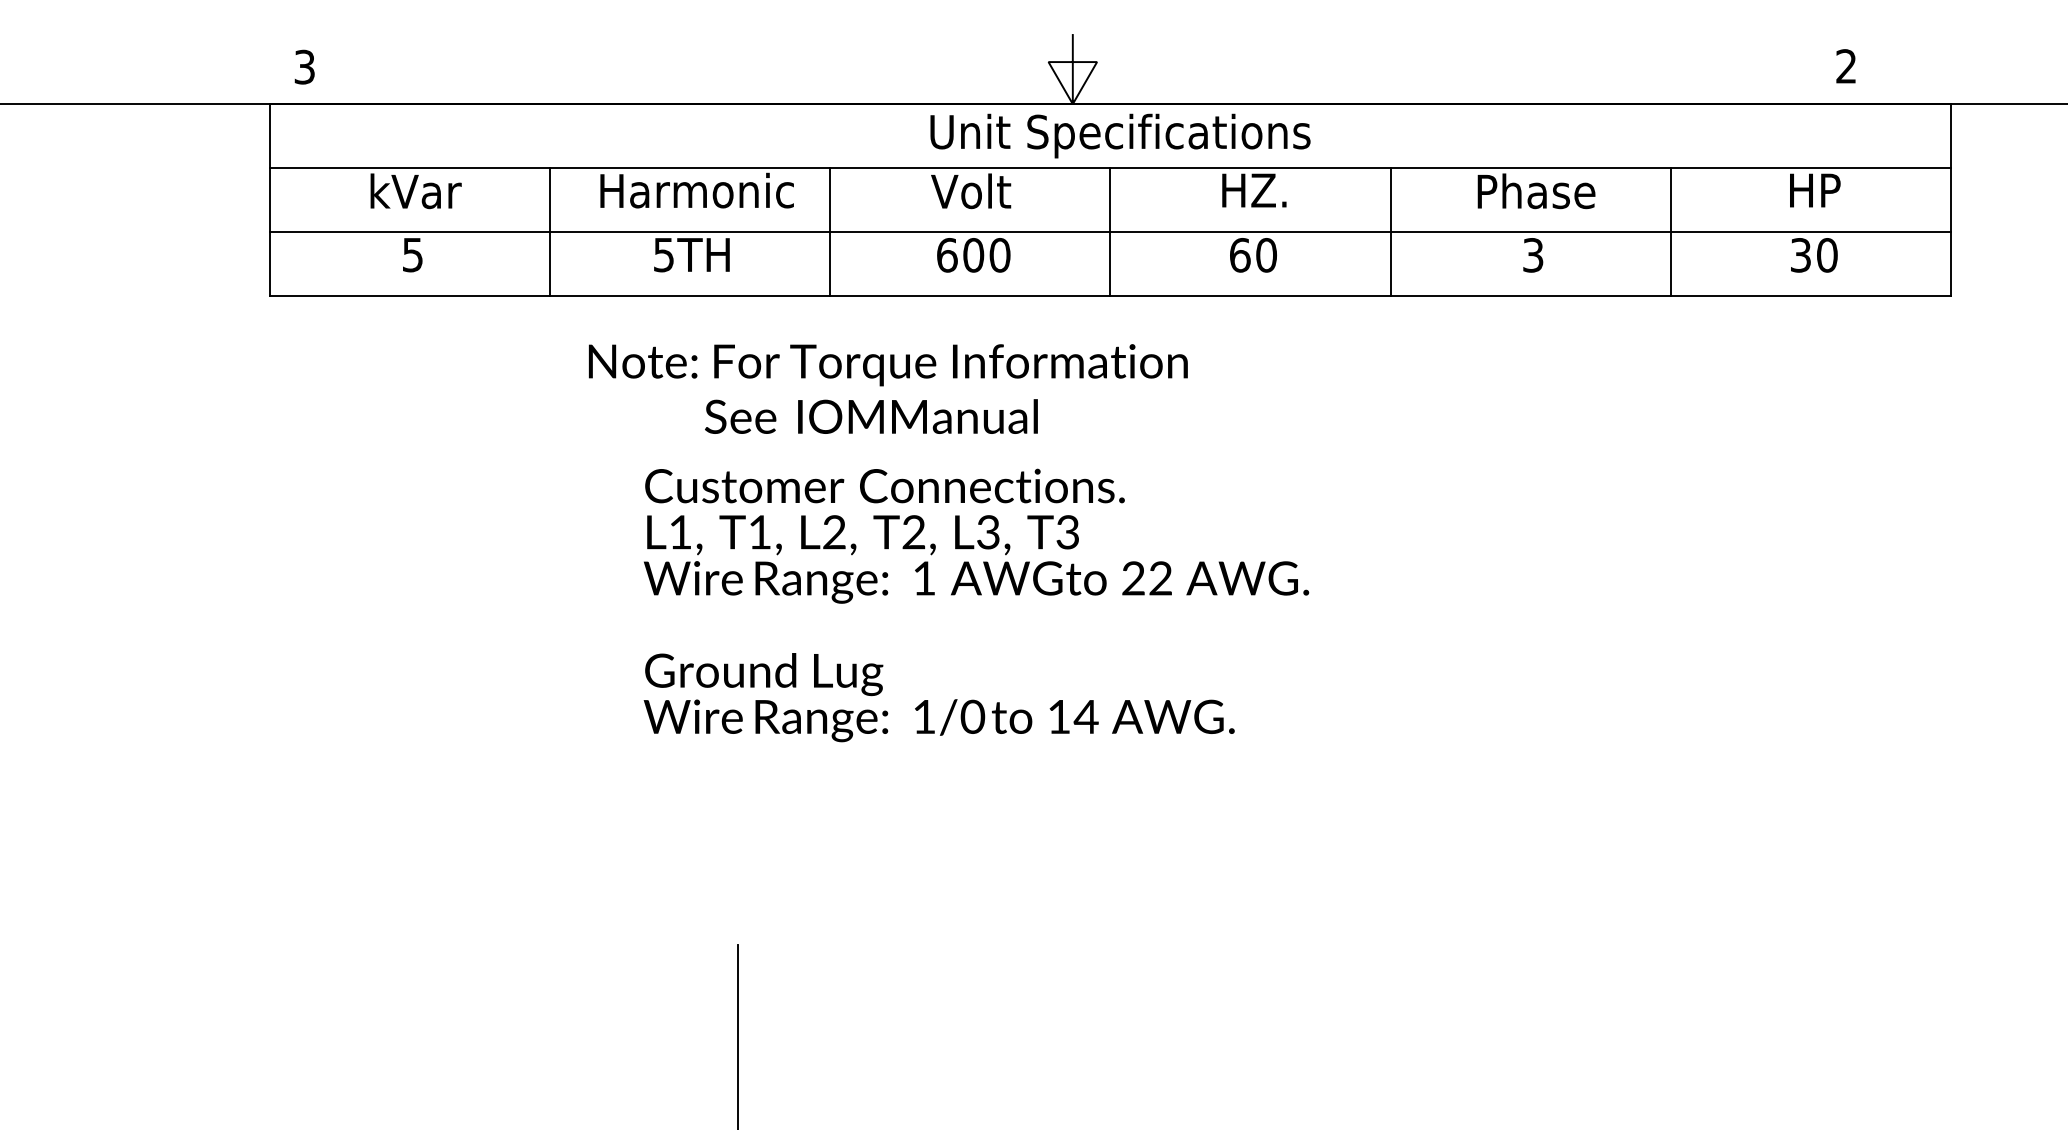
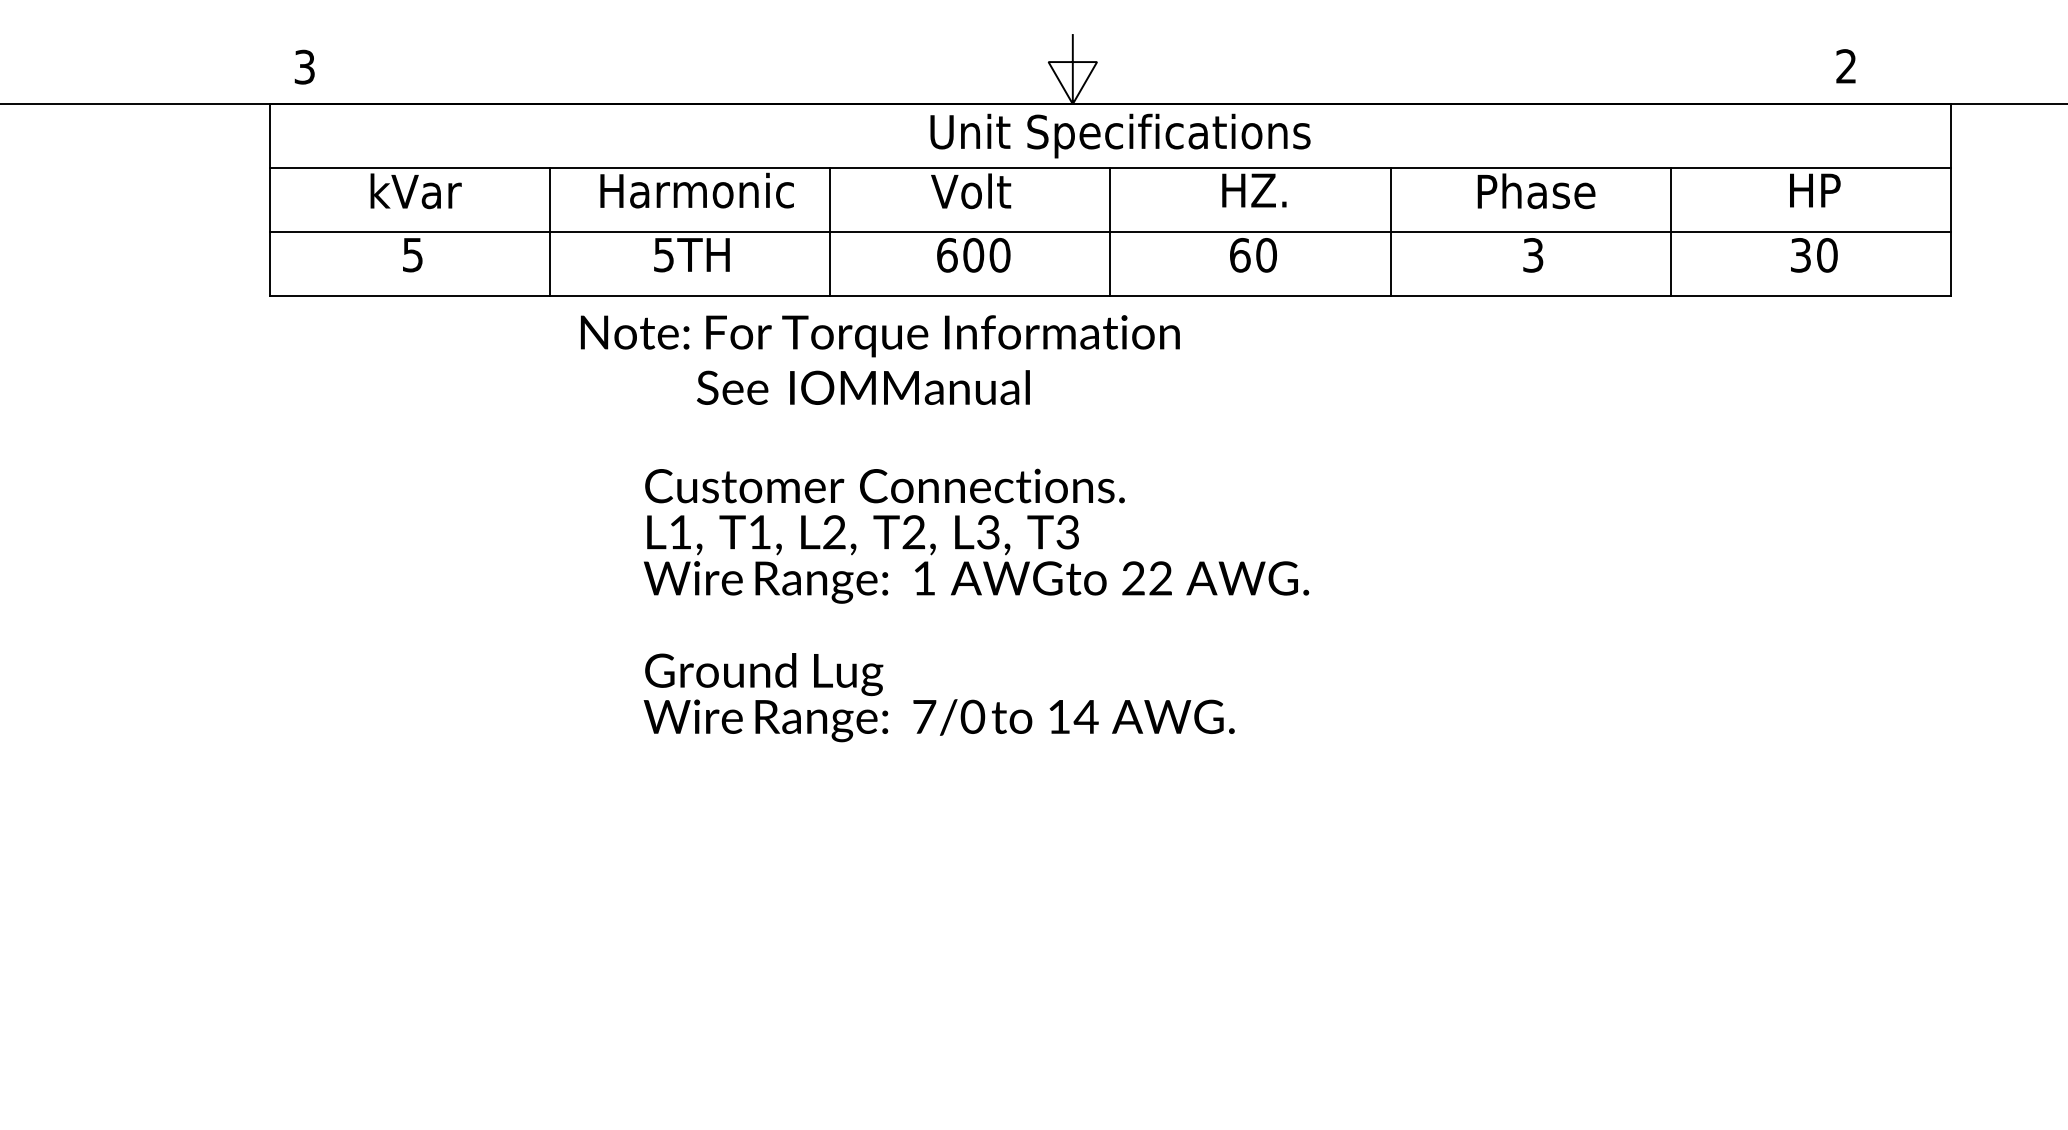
text at (888, 388) position: (888, 388) -> (880, 359)
text at (924, 716): 1/0 -> 7/0
line at (738, 1035): present -> none
